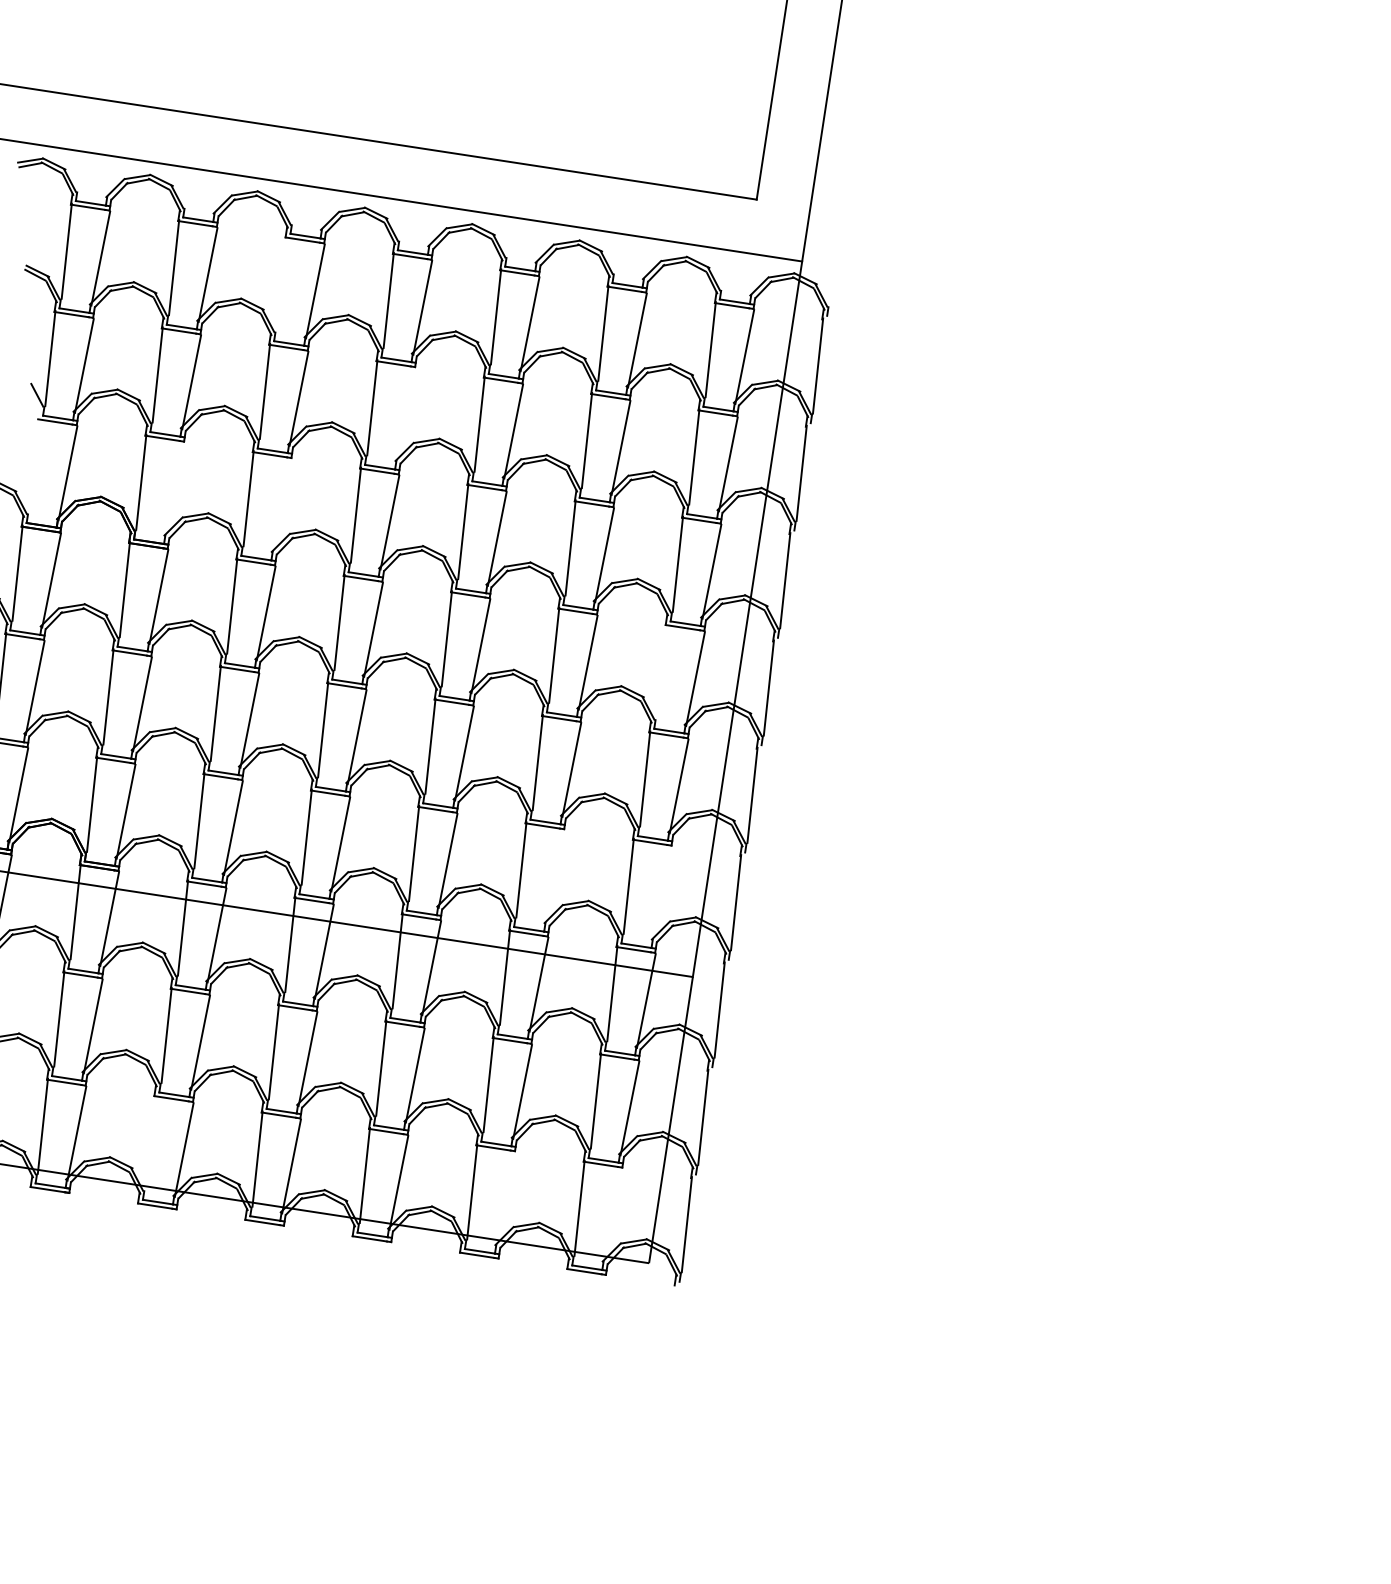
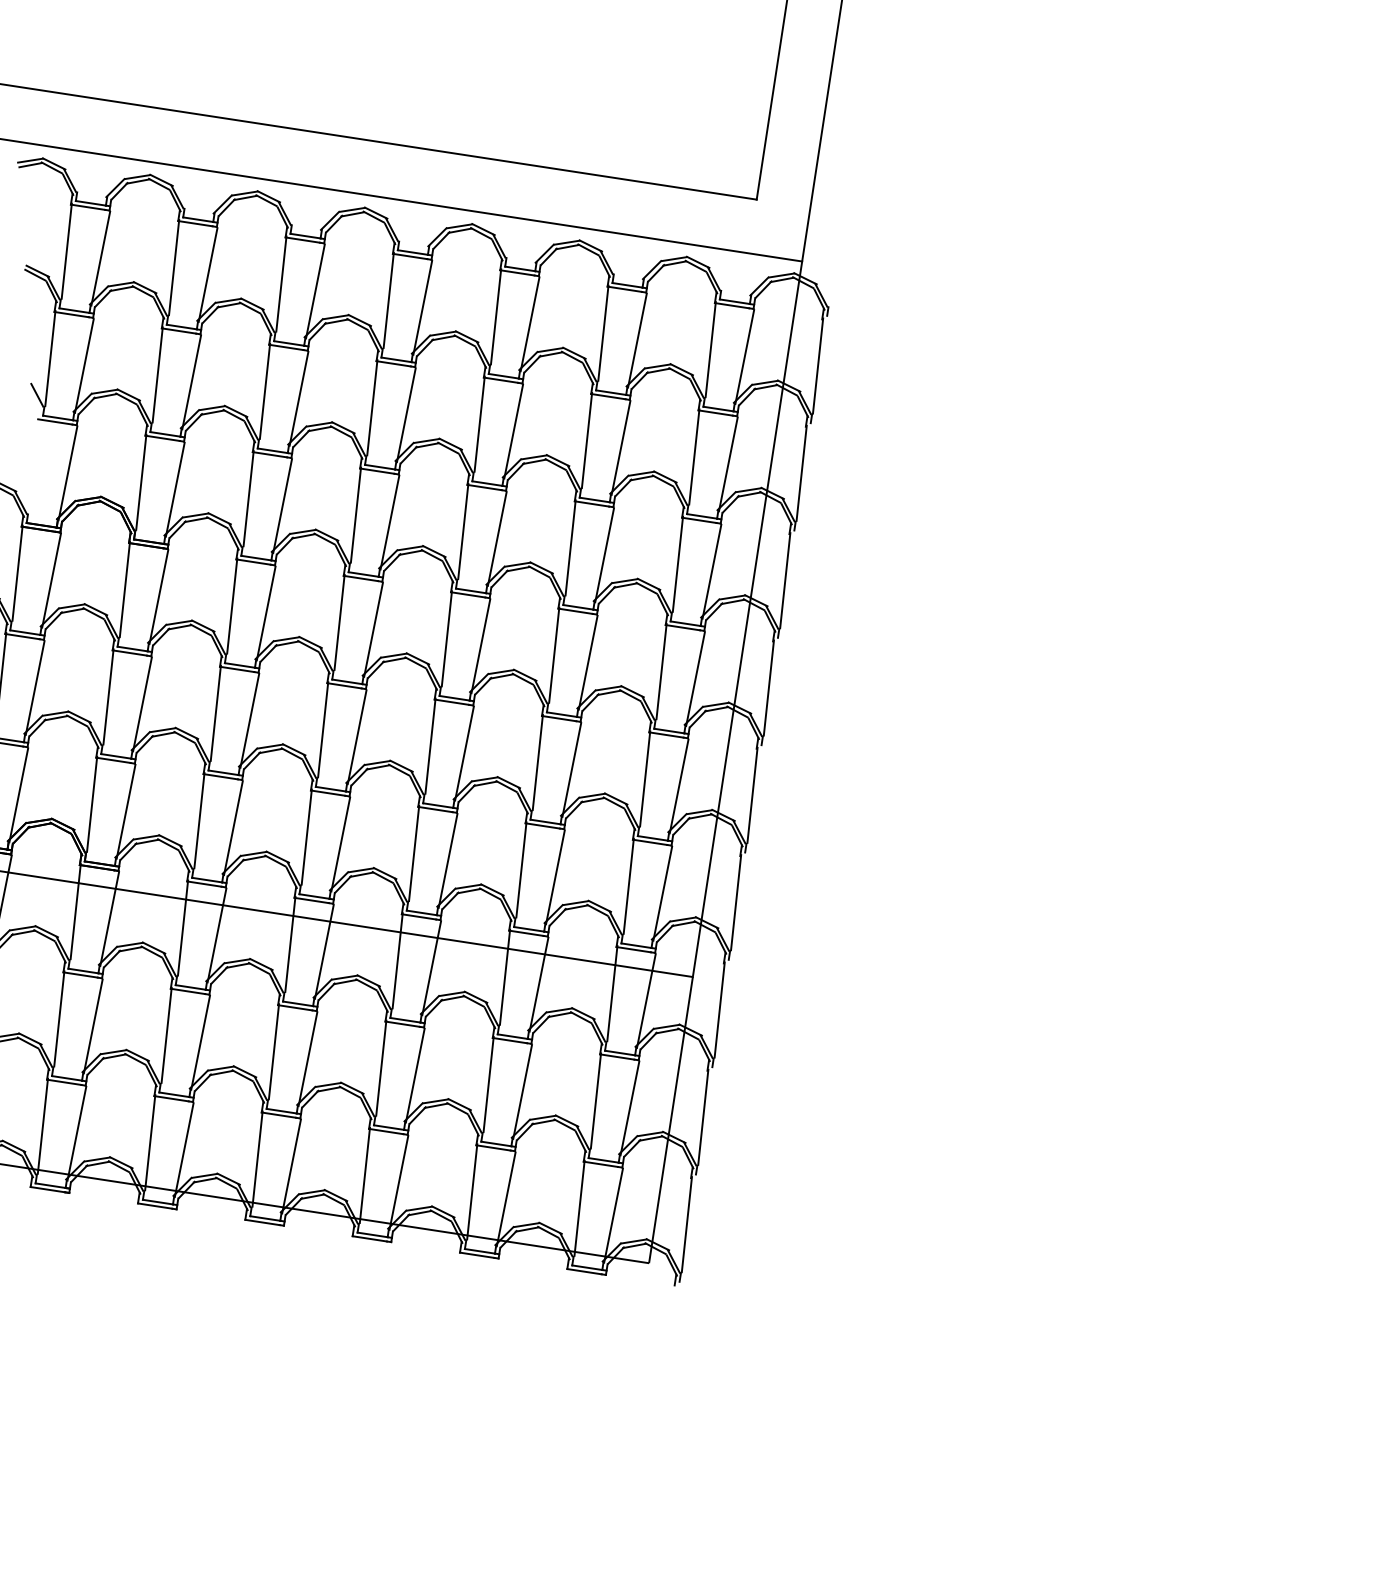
line at (281, 283): none -> present
line at (406, 415): none -> present
line at (174, 489): none -> present
line at (282, 506): none -> present
line at (661, 671): none -> present
line at (555, 877): none -> present
line at (662, 893): none -> present
line at (150, 1142): none -> present
line at (505, 1199): none -> present
line at (613, 1215): none -> present
